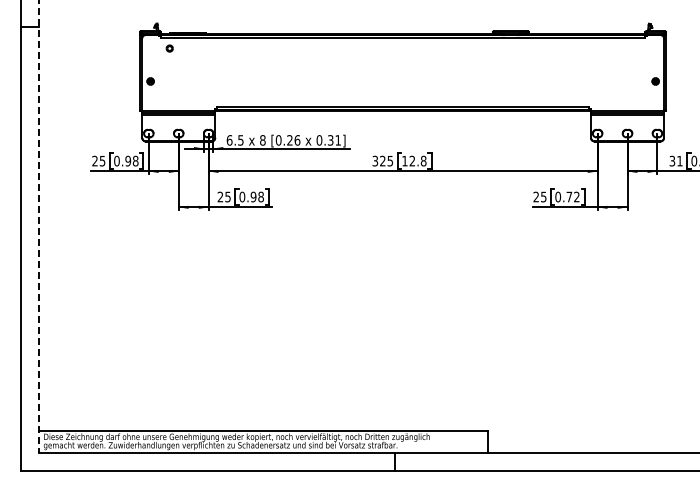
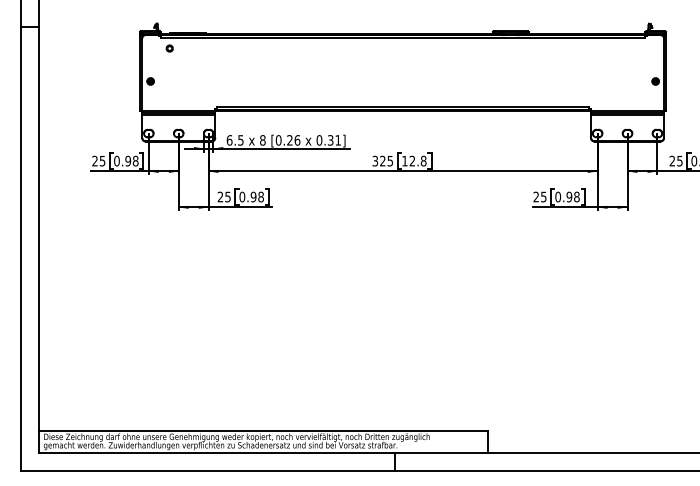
text at (675, 161): 31 -> 25
text at (572, 196): 0.72 -> 0.98
line at (38, 227): dashed -> solid
